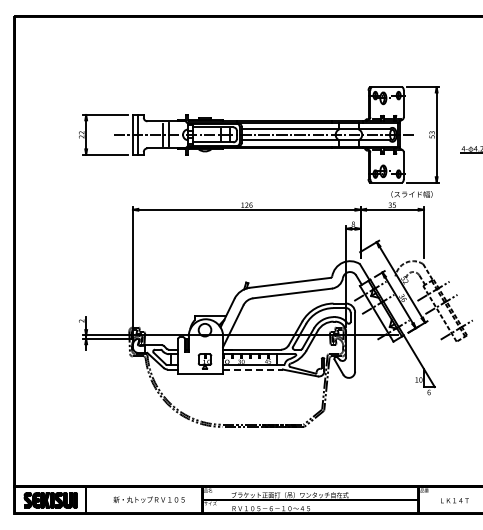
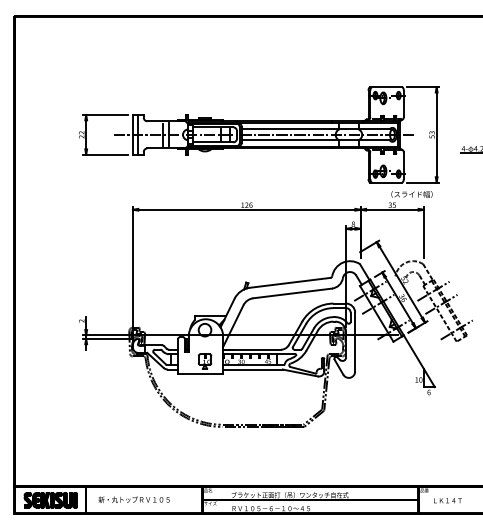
line at (252, 369): dashed -> solid
text at (148, 499) position: (148, 499) -> (133, 499)
text at (454, 500) position: (454, 500) -> (447, 500)
